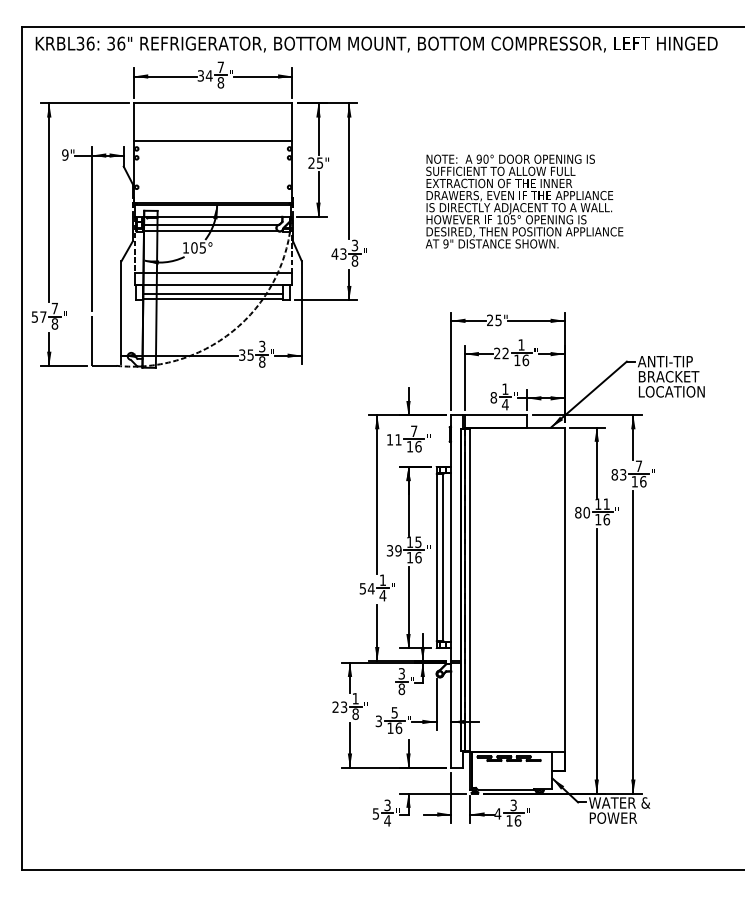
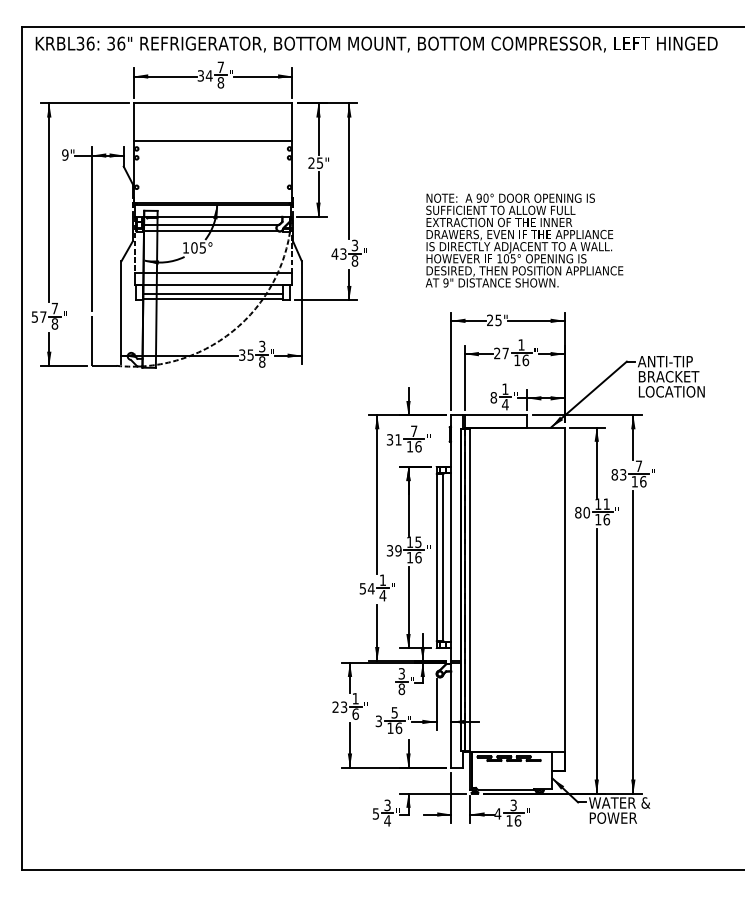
text at (524, 201) position: (524, 201) -> (524, 240)
text at (505, 353): 22 -> 27
text at (389, 439): 11 -> 31
text at (355, 713): 8 -> 6
